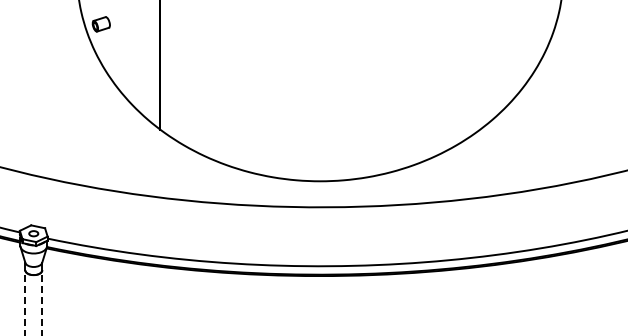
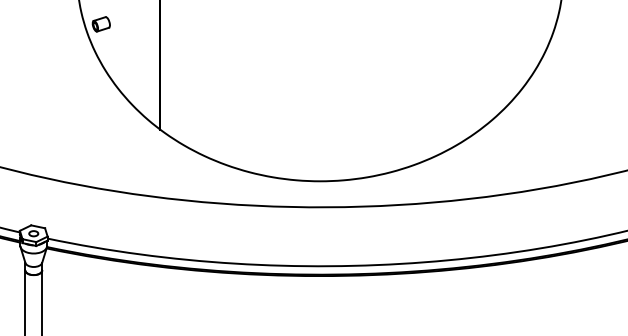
line at (25, 302): dashed -> solid
line at (42, 302): dashed -> solid
